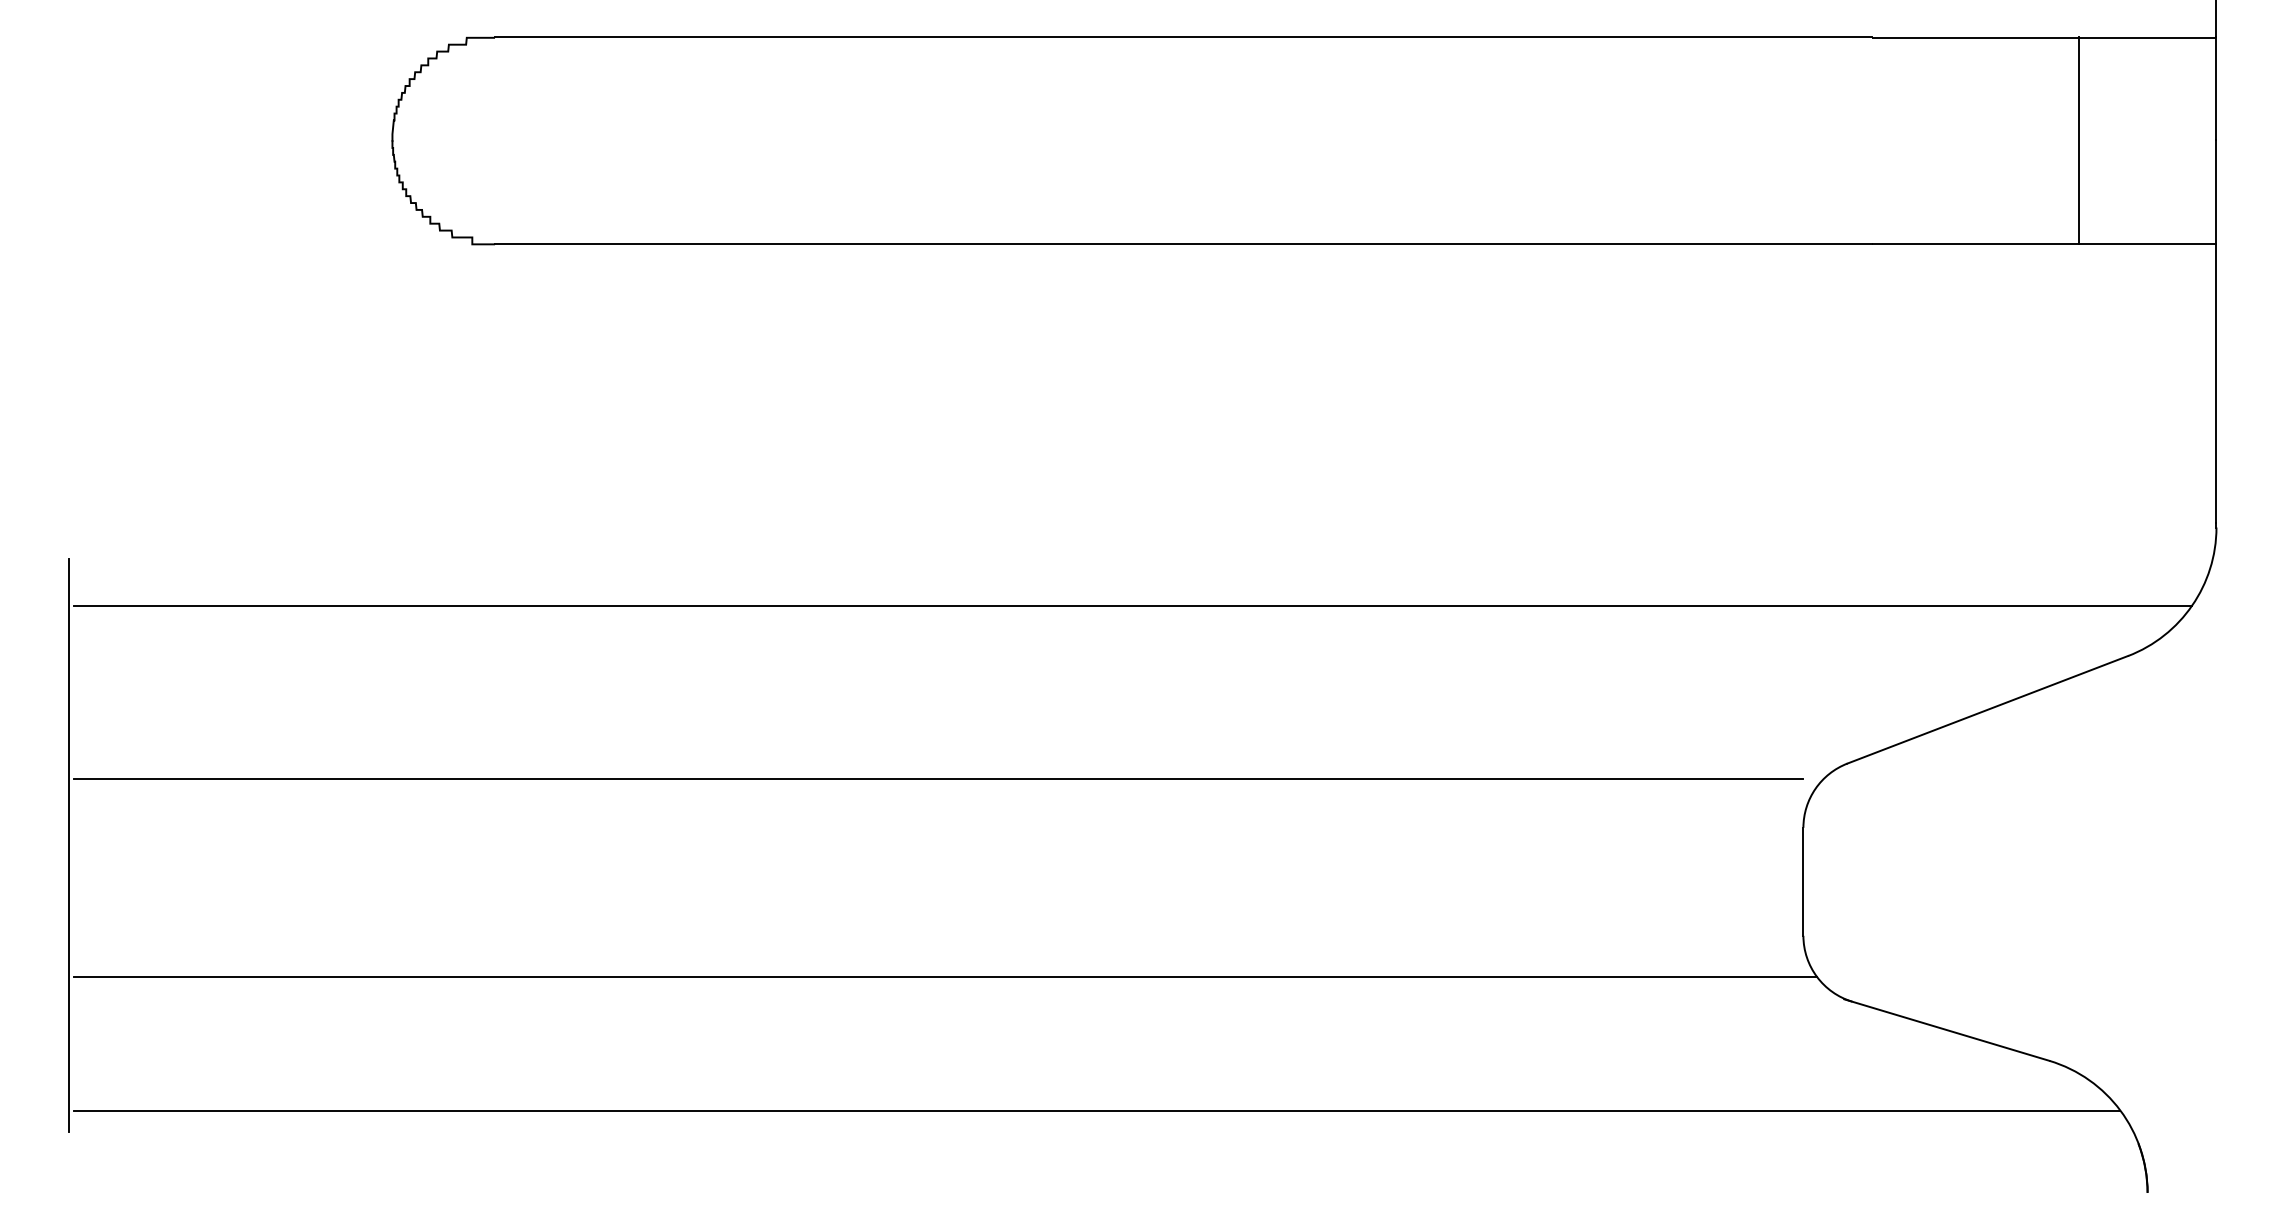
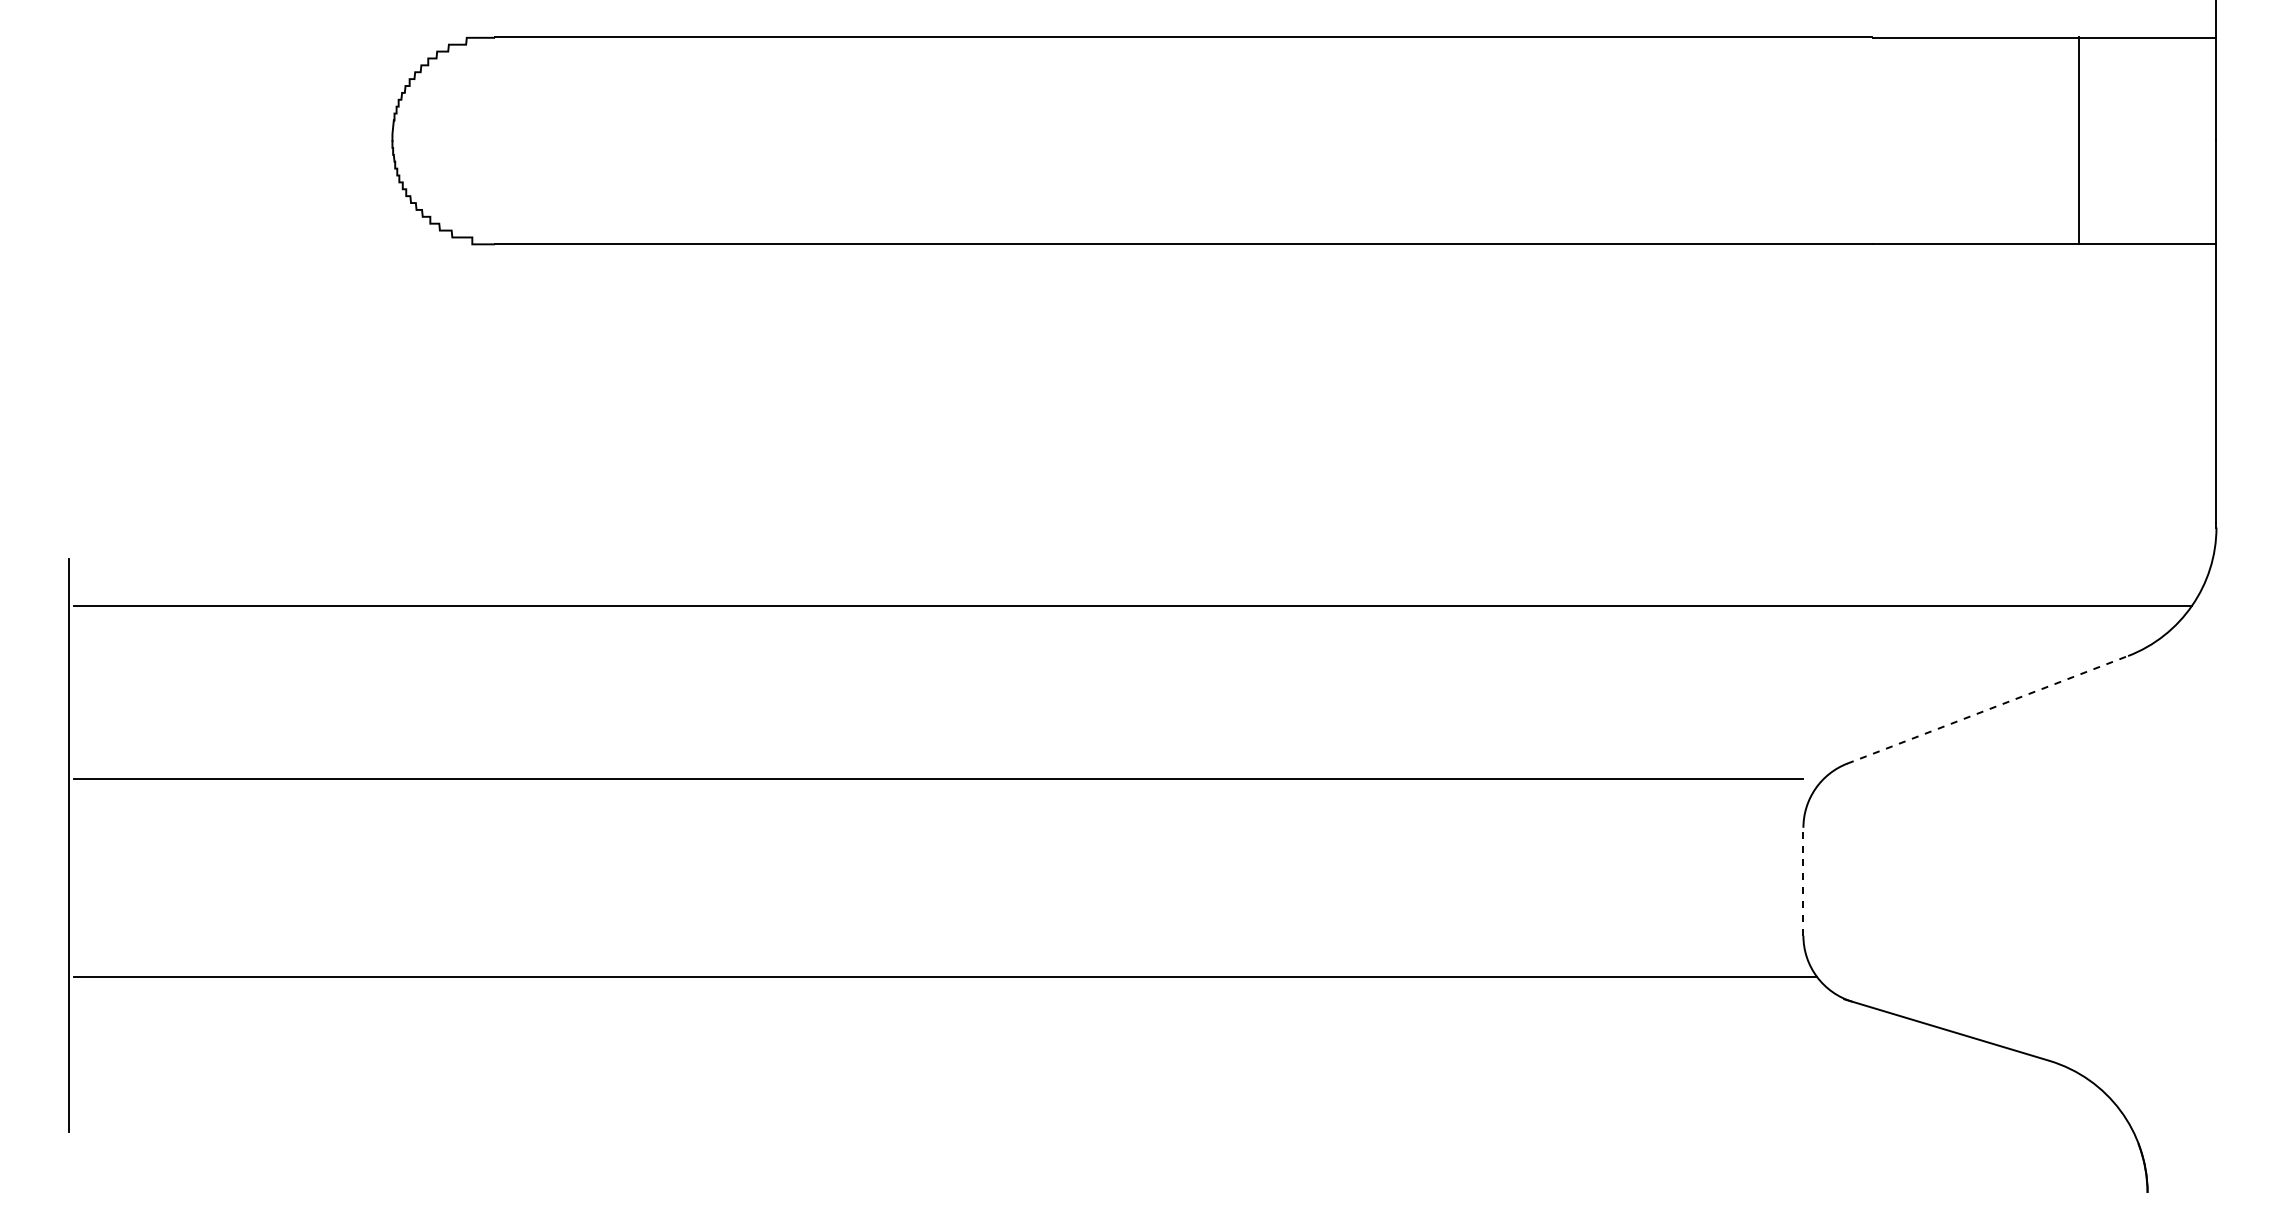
line at (1988, 709): solid -> dashed
line at (1803, 881): solid -> dashed
line at (1097, 1110): present -> none
